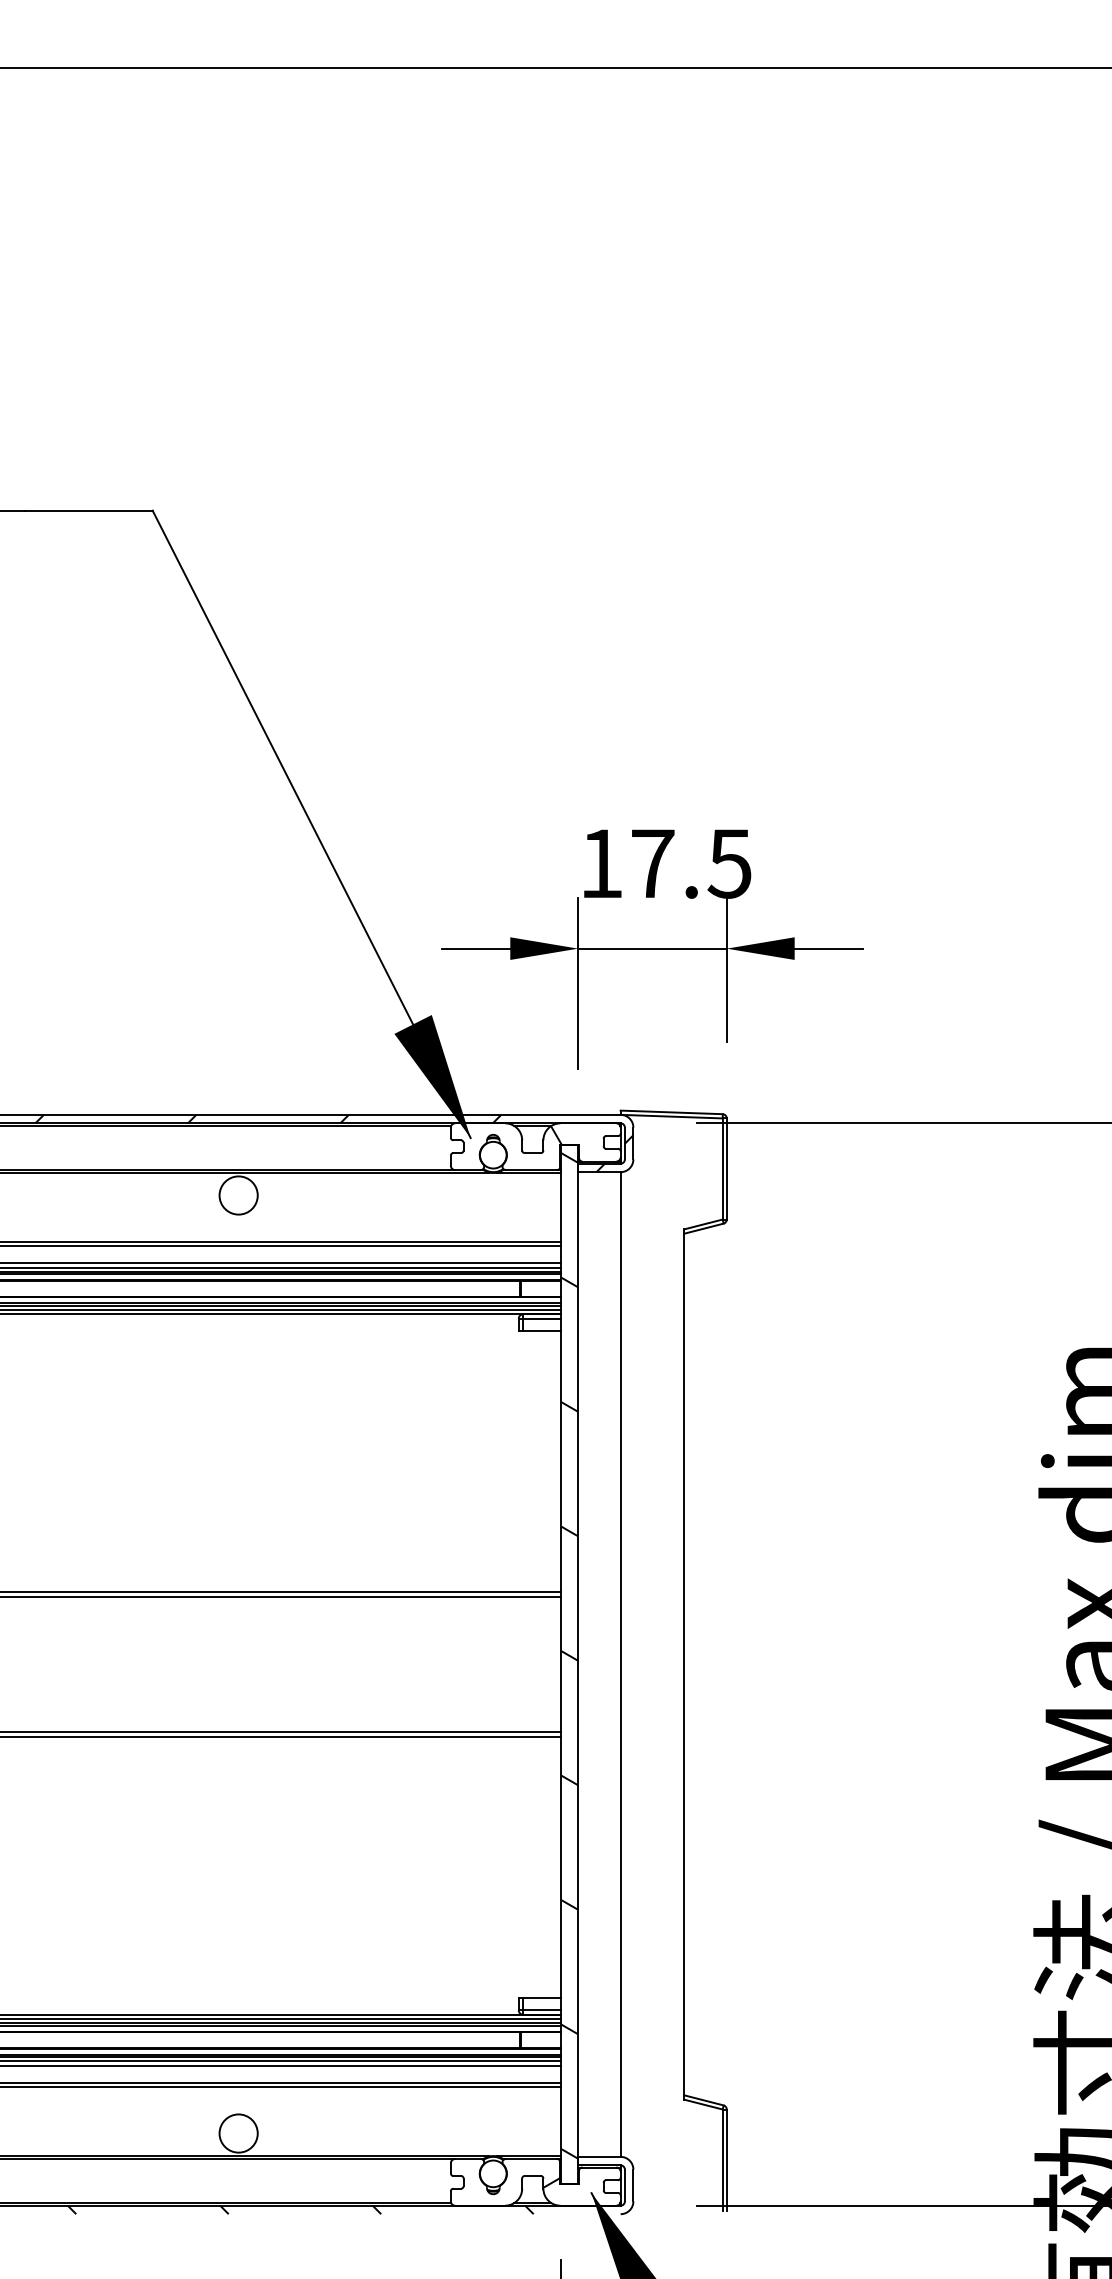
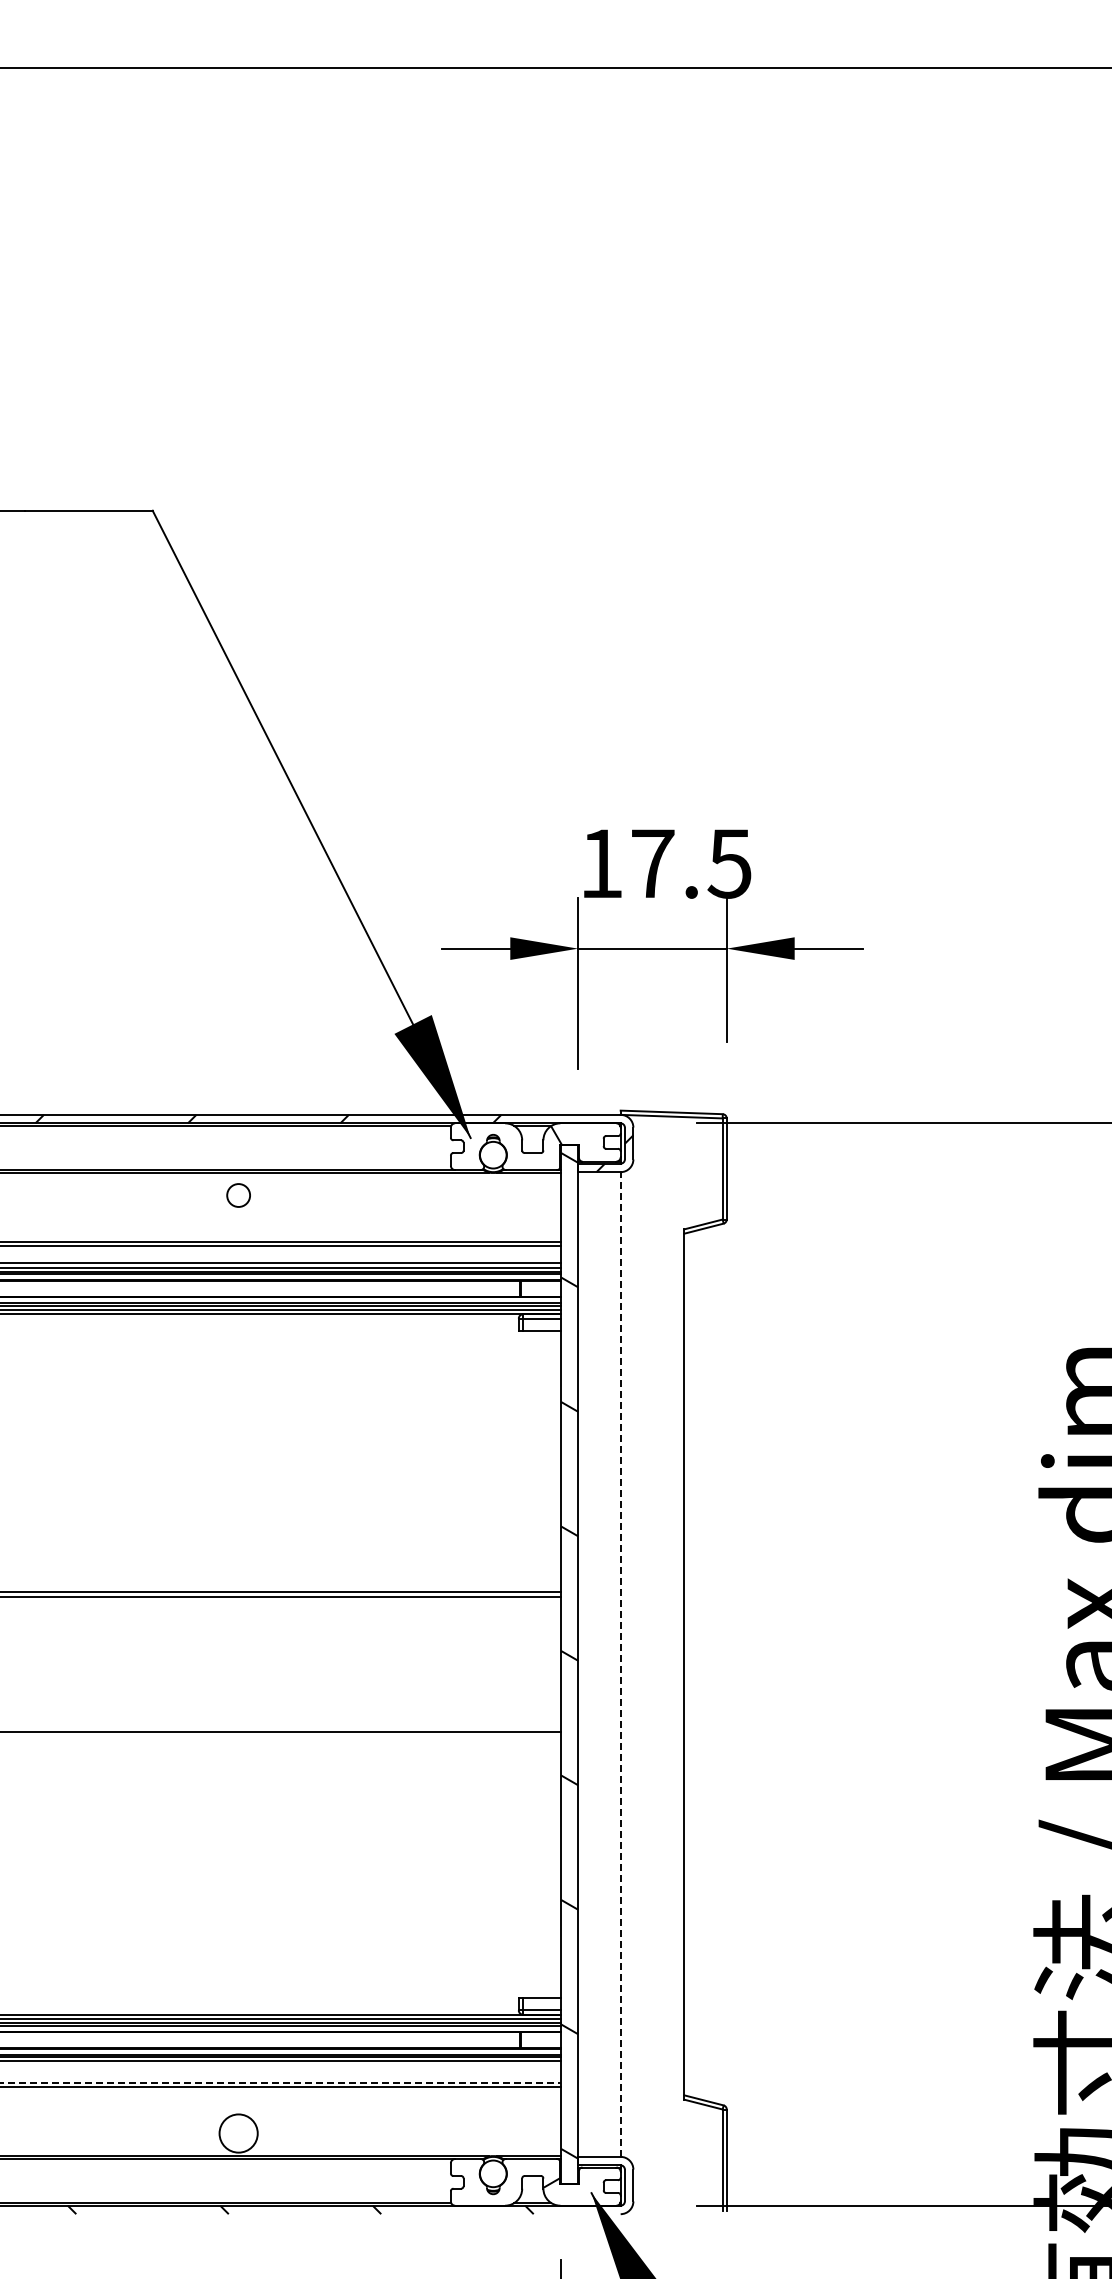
circle at (238, 1195) diameter: 38 px -> 23 px
line at (620, 1664): solid -> dashed
line at (281, 1736): present -> none
line at (281, 2065): present -> none
line at (281, 2082): solid -> dashed
